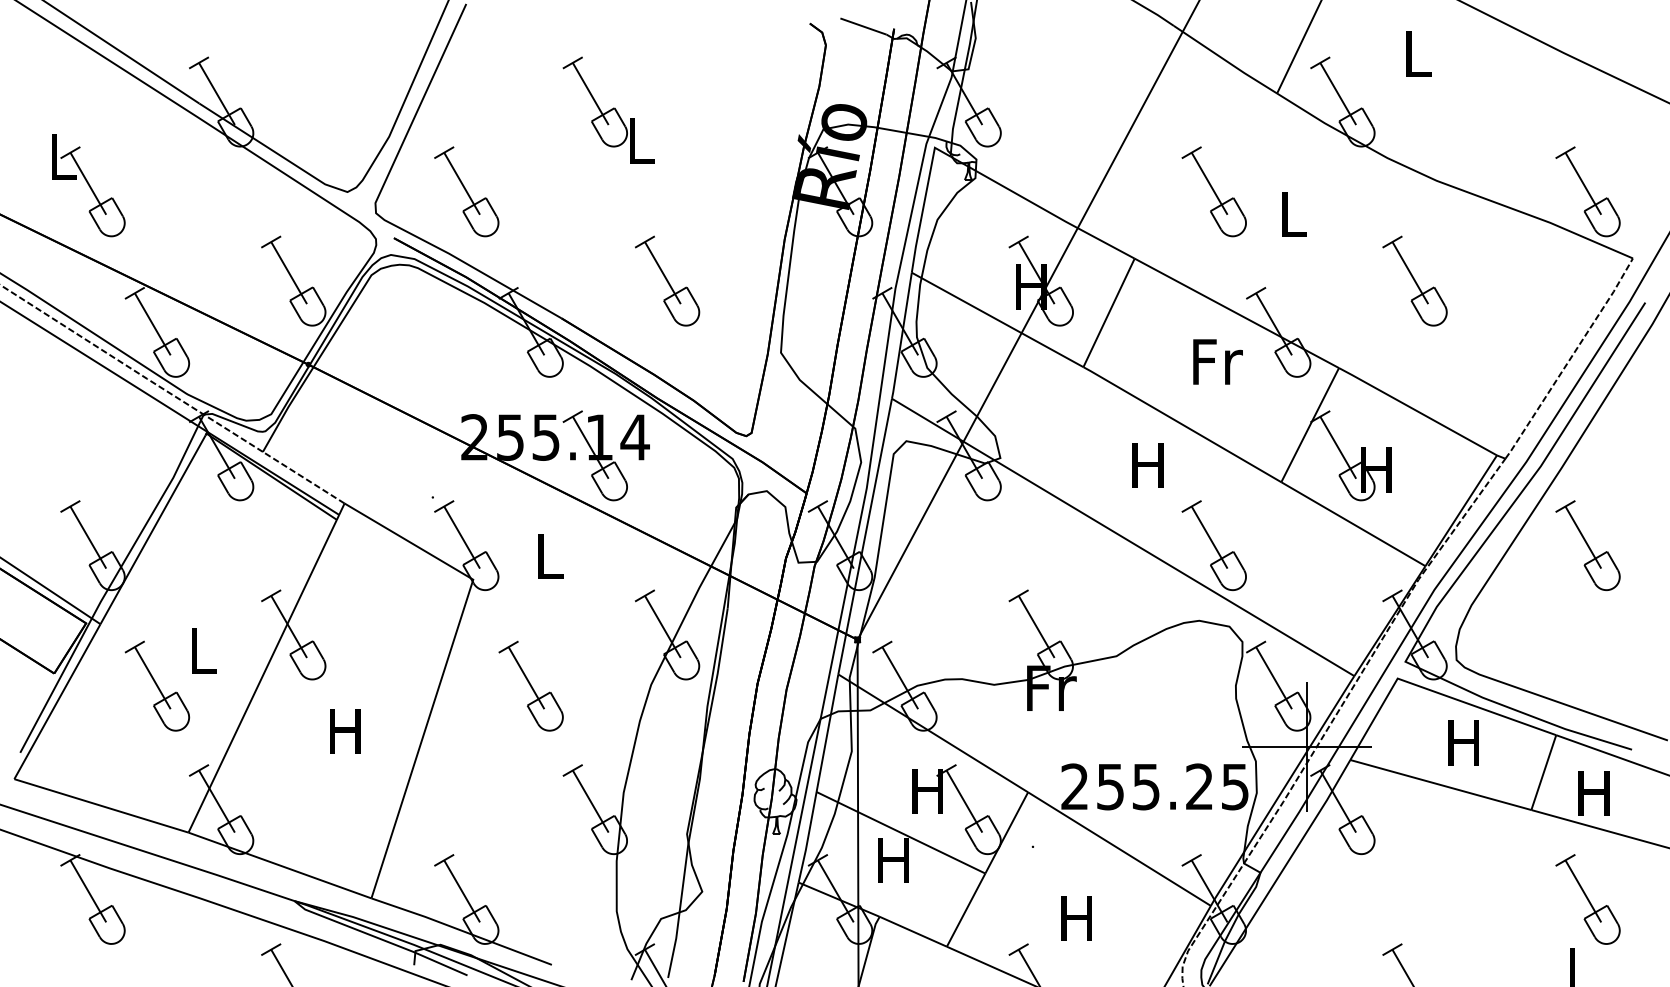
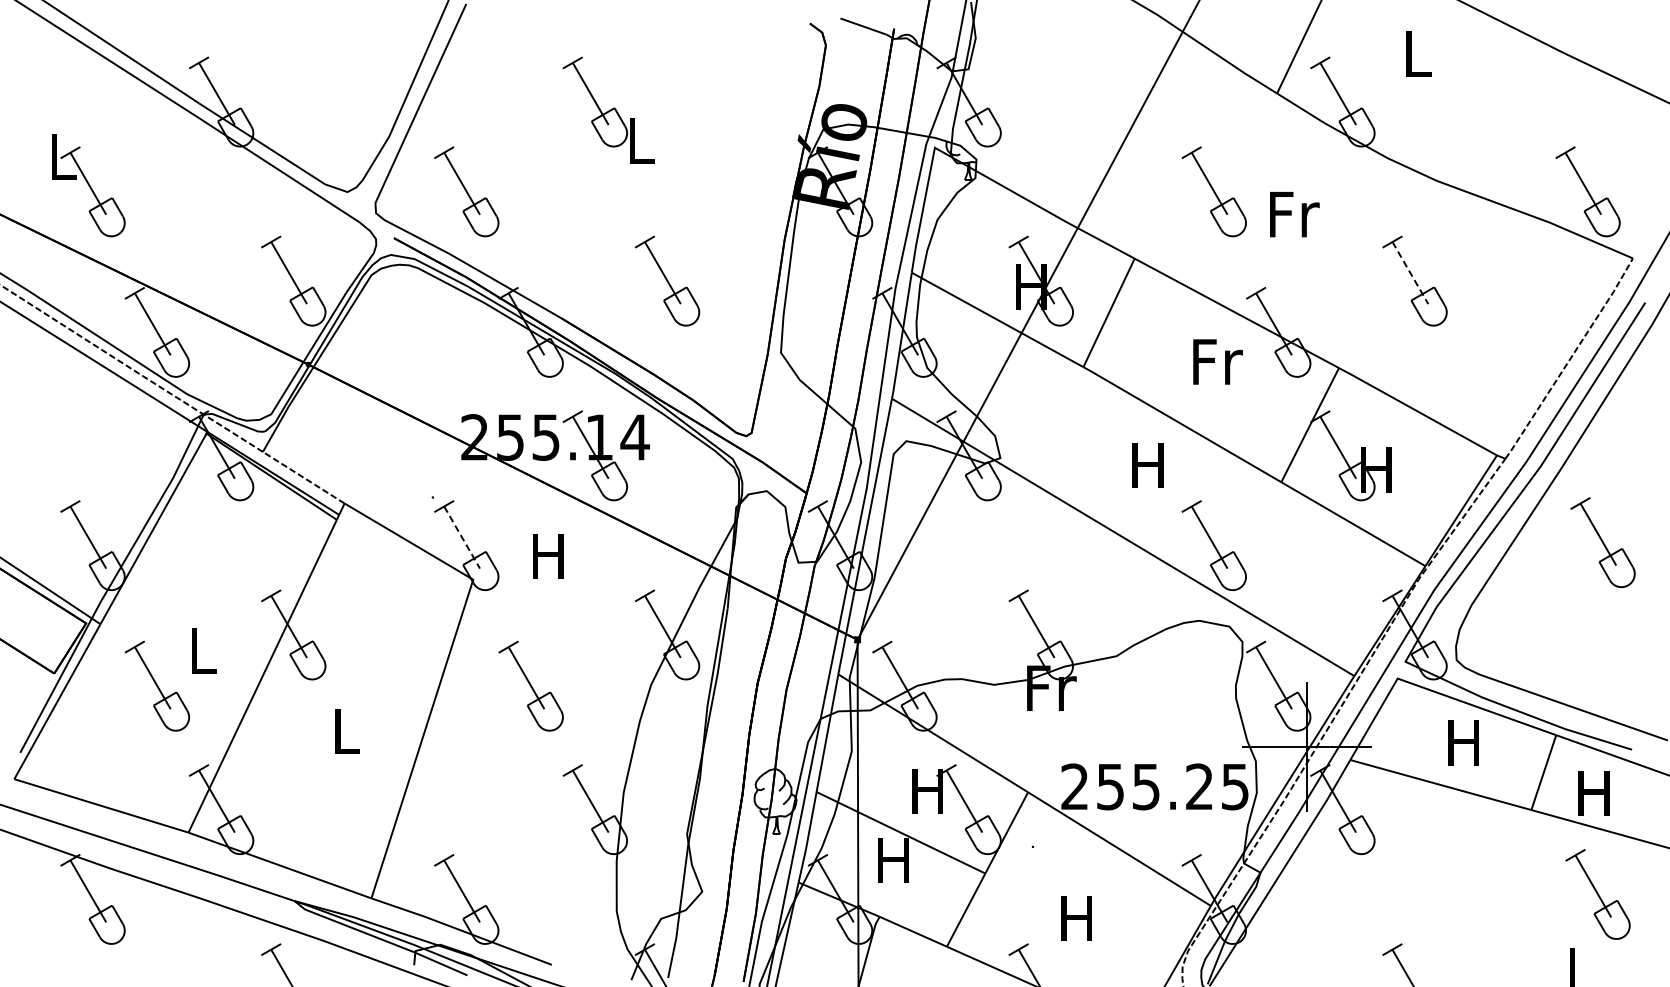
text at (1294, 214): L -> Fr
line at (1410, 273): solid -> dashed
line at (462, 537): solid -> dashed
part at (1587, 545) position: (1587, 545) -> (1602, 542)
text at (548, 556): L -> H
text at (345, 731): H -> L
part at (1587, 899) position: (1587, 899) -> (1597, 894)
